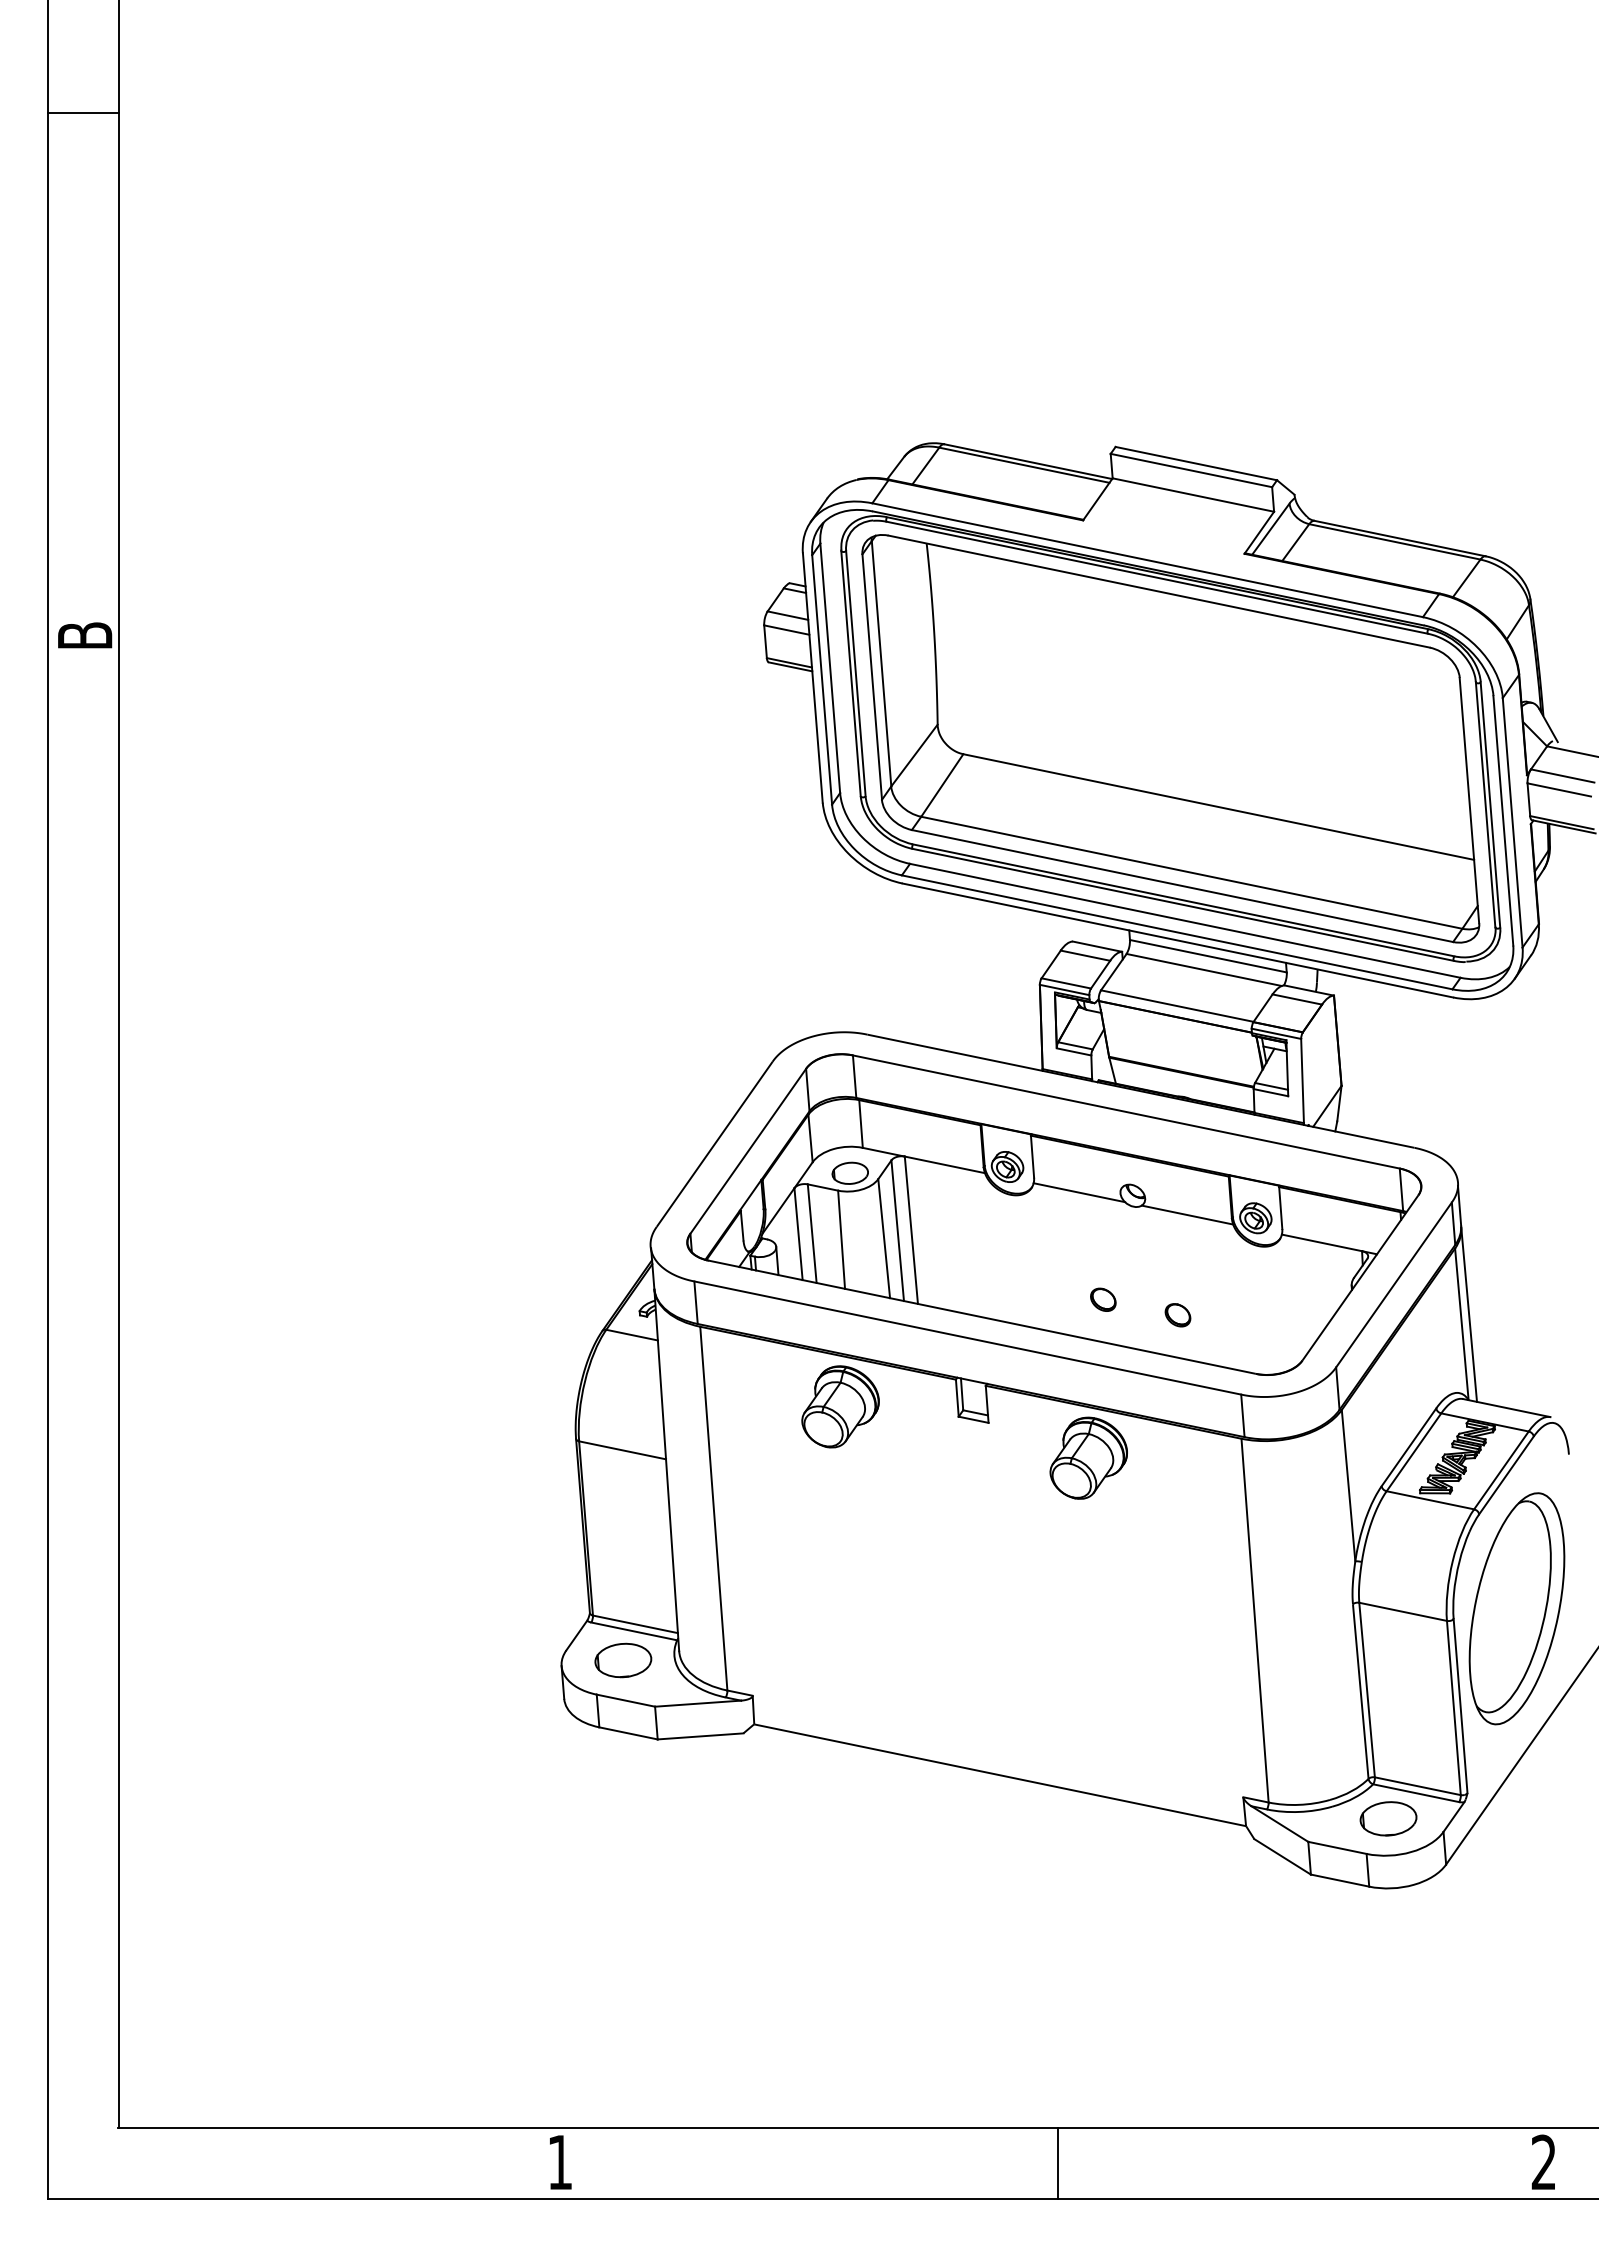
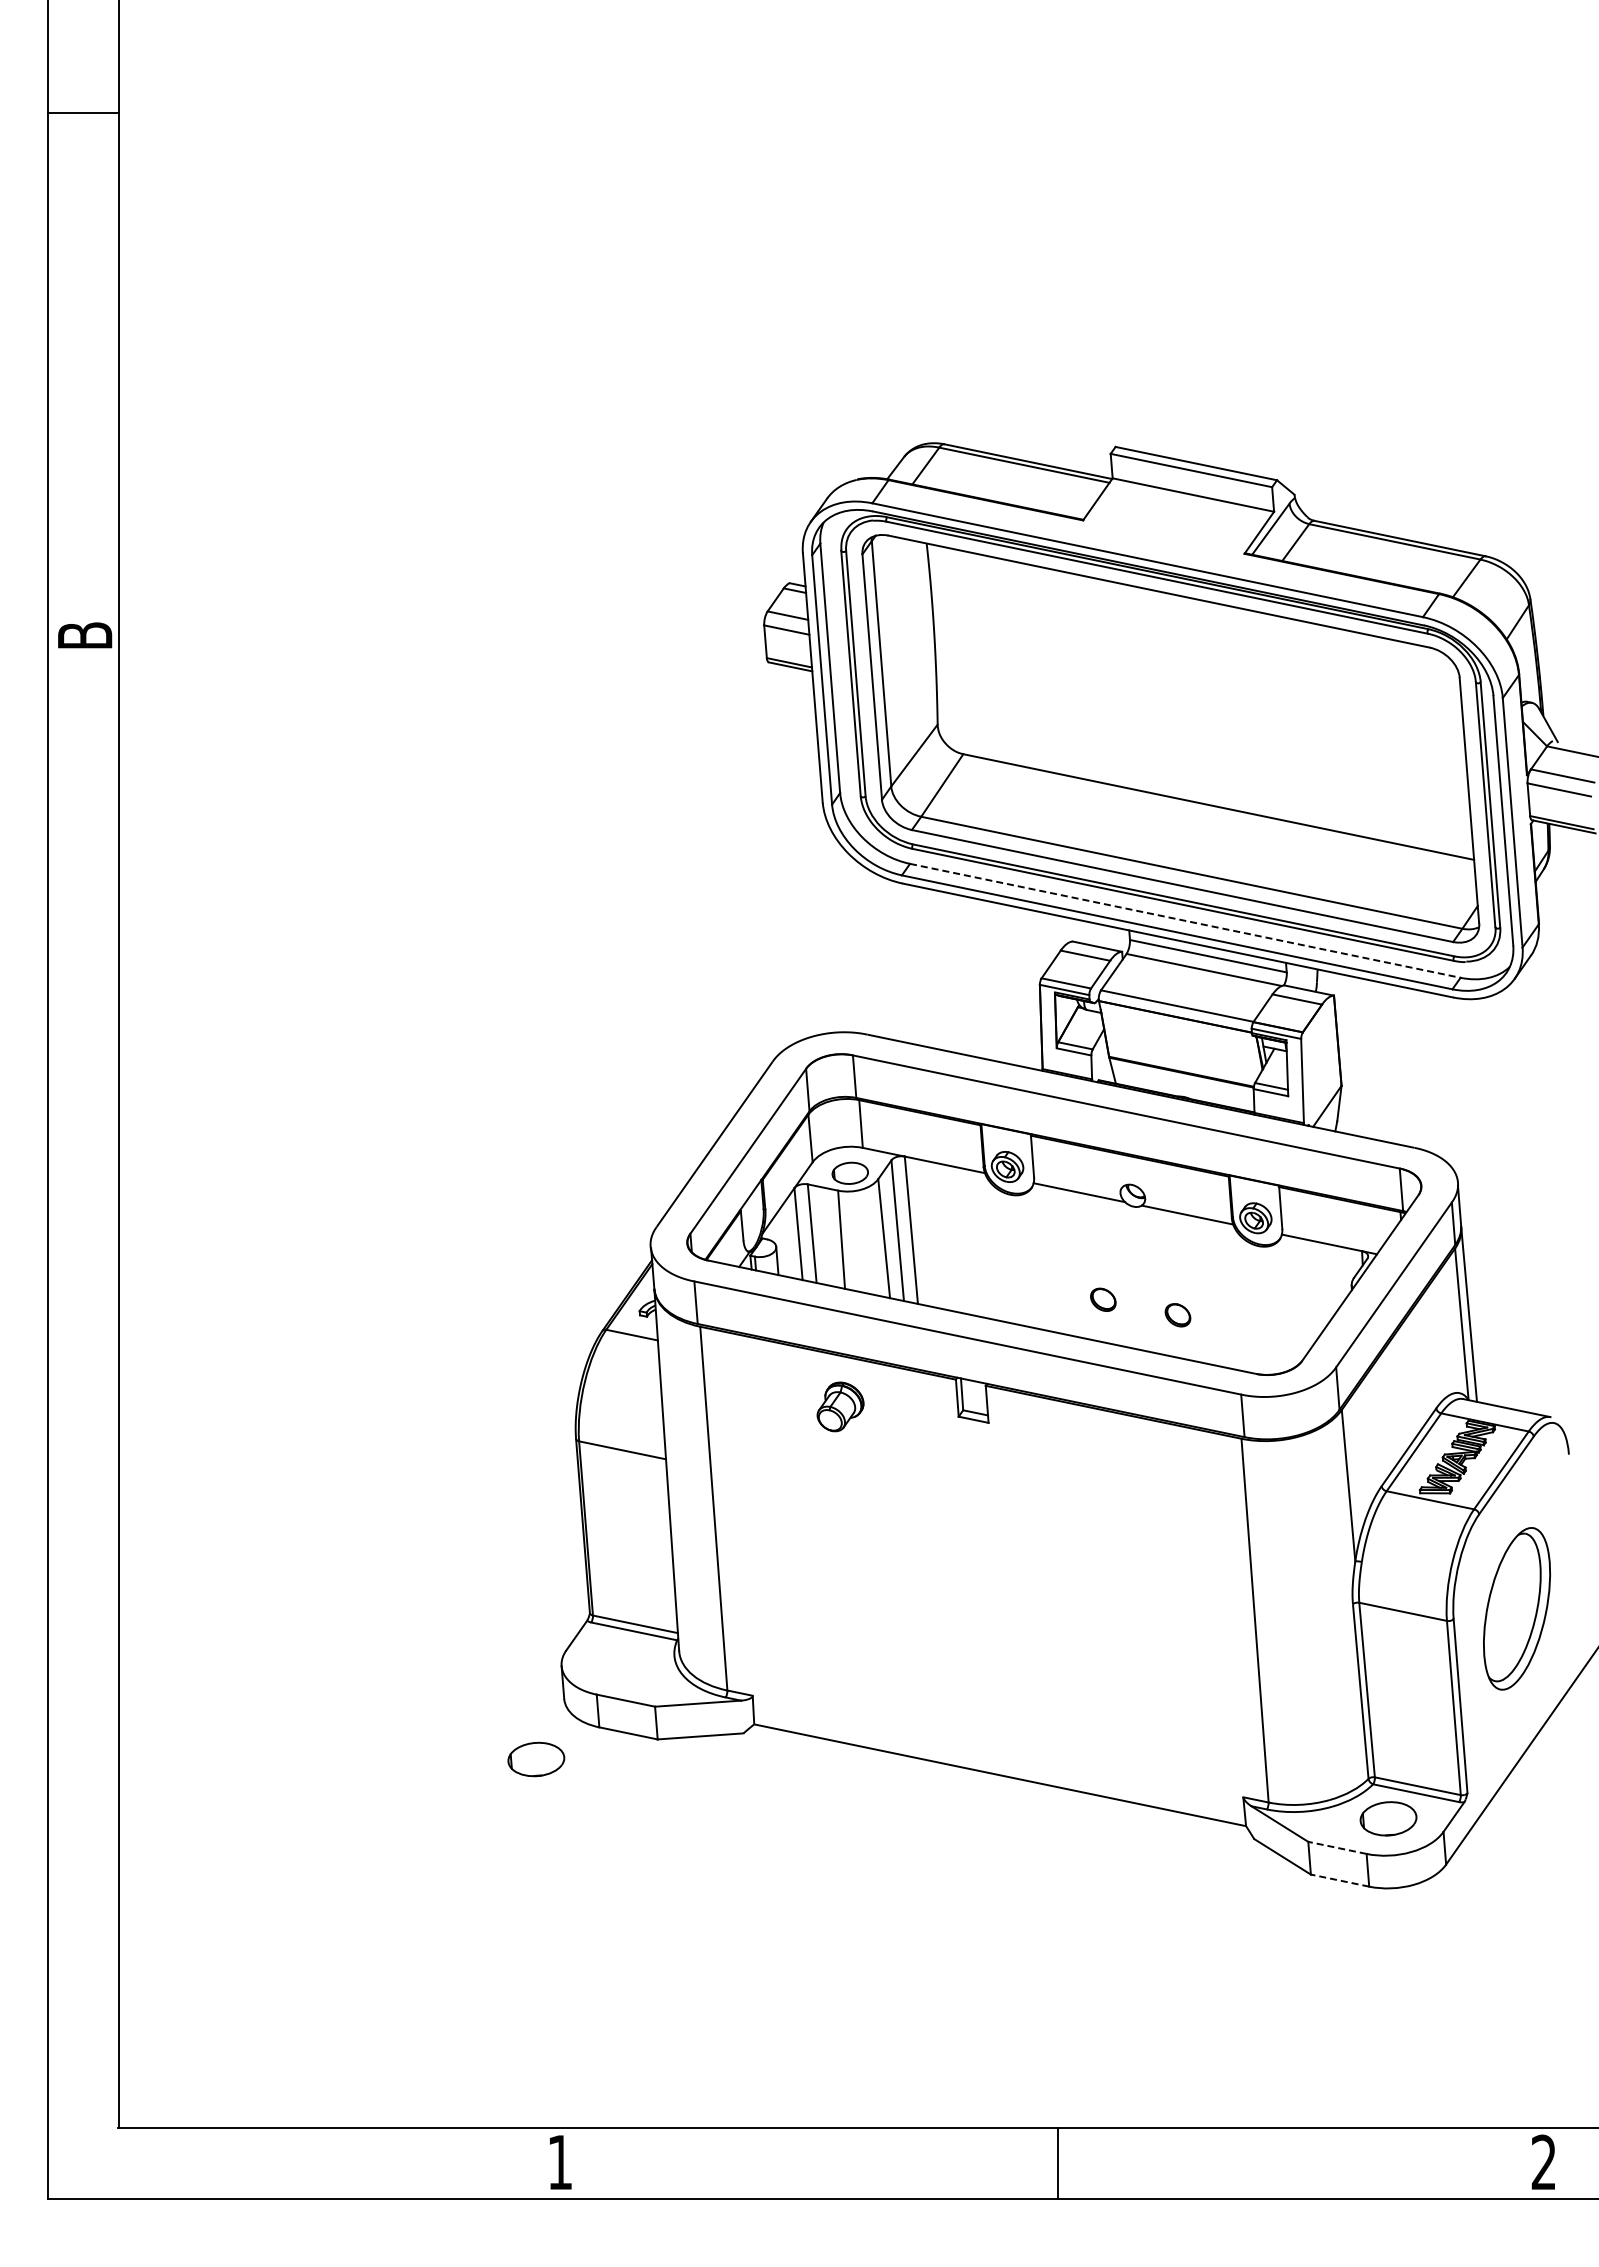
line at (1185, 920): solid -> dashed
part at (840, 1406) size: 79x84 px -> 49x52 px
part at (1088, 1457): present -> none
part at (1516, 1608) size: 98x234 px -> 69x164 px
part at (623, 1660) position: (623, 1660) -> (536, 1759)
line at (1337, 1847): solid -> dashed
line at (1340, 1880): solid -> dashed
